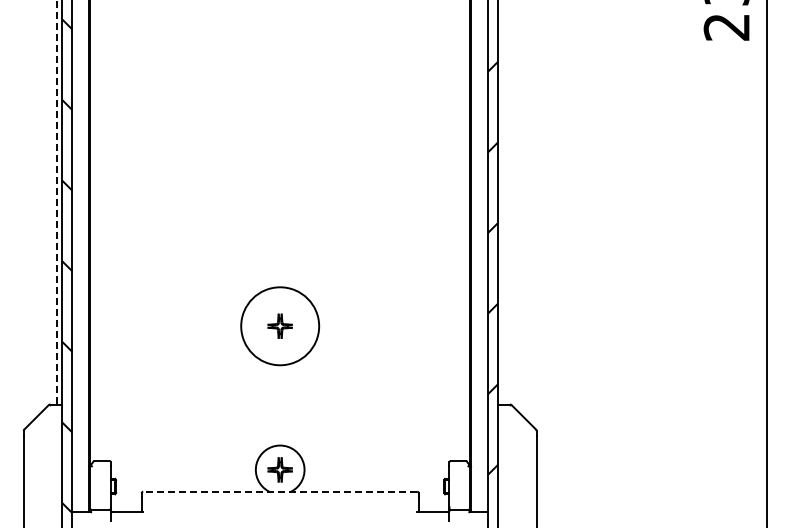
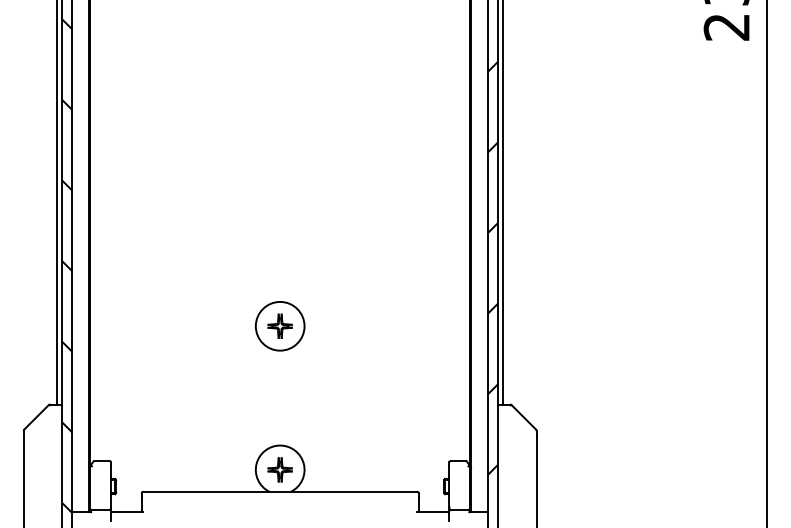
line at (57, 202): dashed -> solid
line at (503, 203): none -> present
circle at (280, 326) diameter: 78 px -> 49 px
line at (280, 491): dashed -> solid
